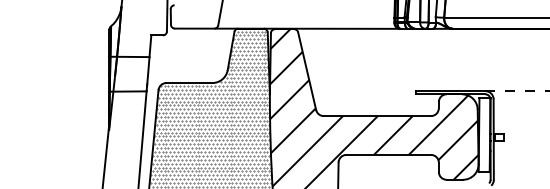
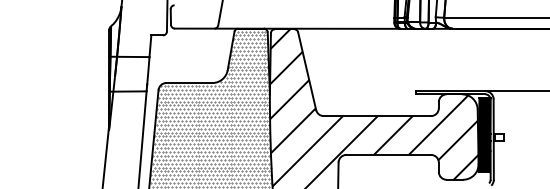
line at (517, 91): dashed -> solid
hatch at (484, 135): none -> present
